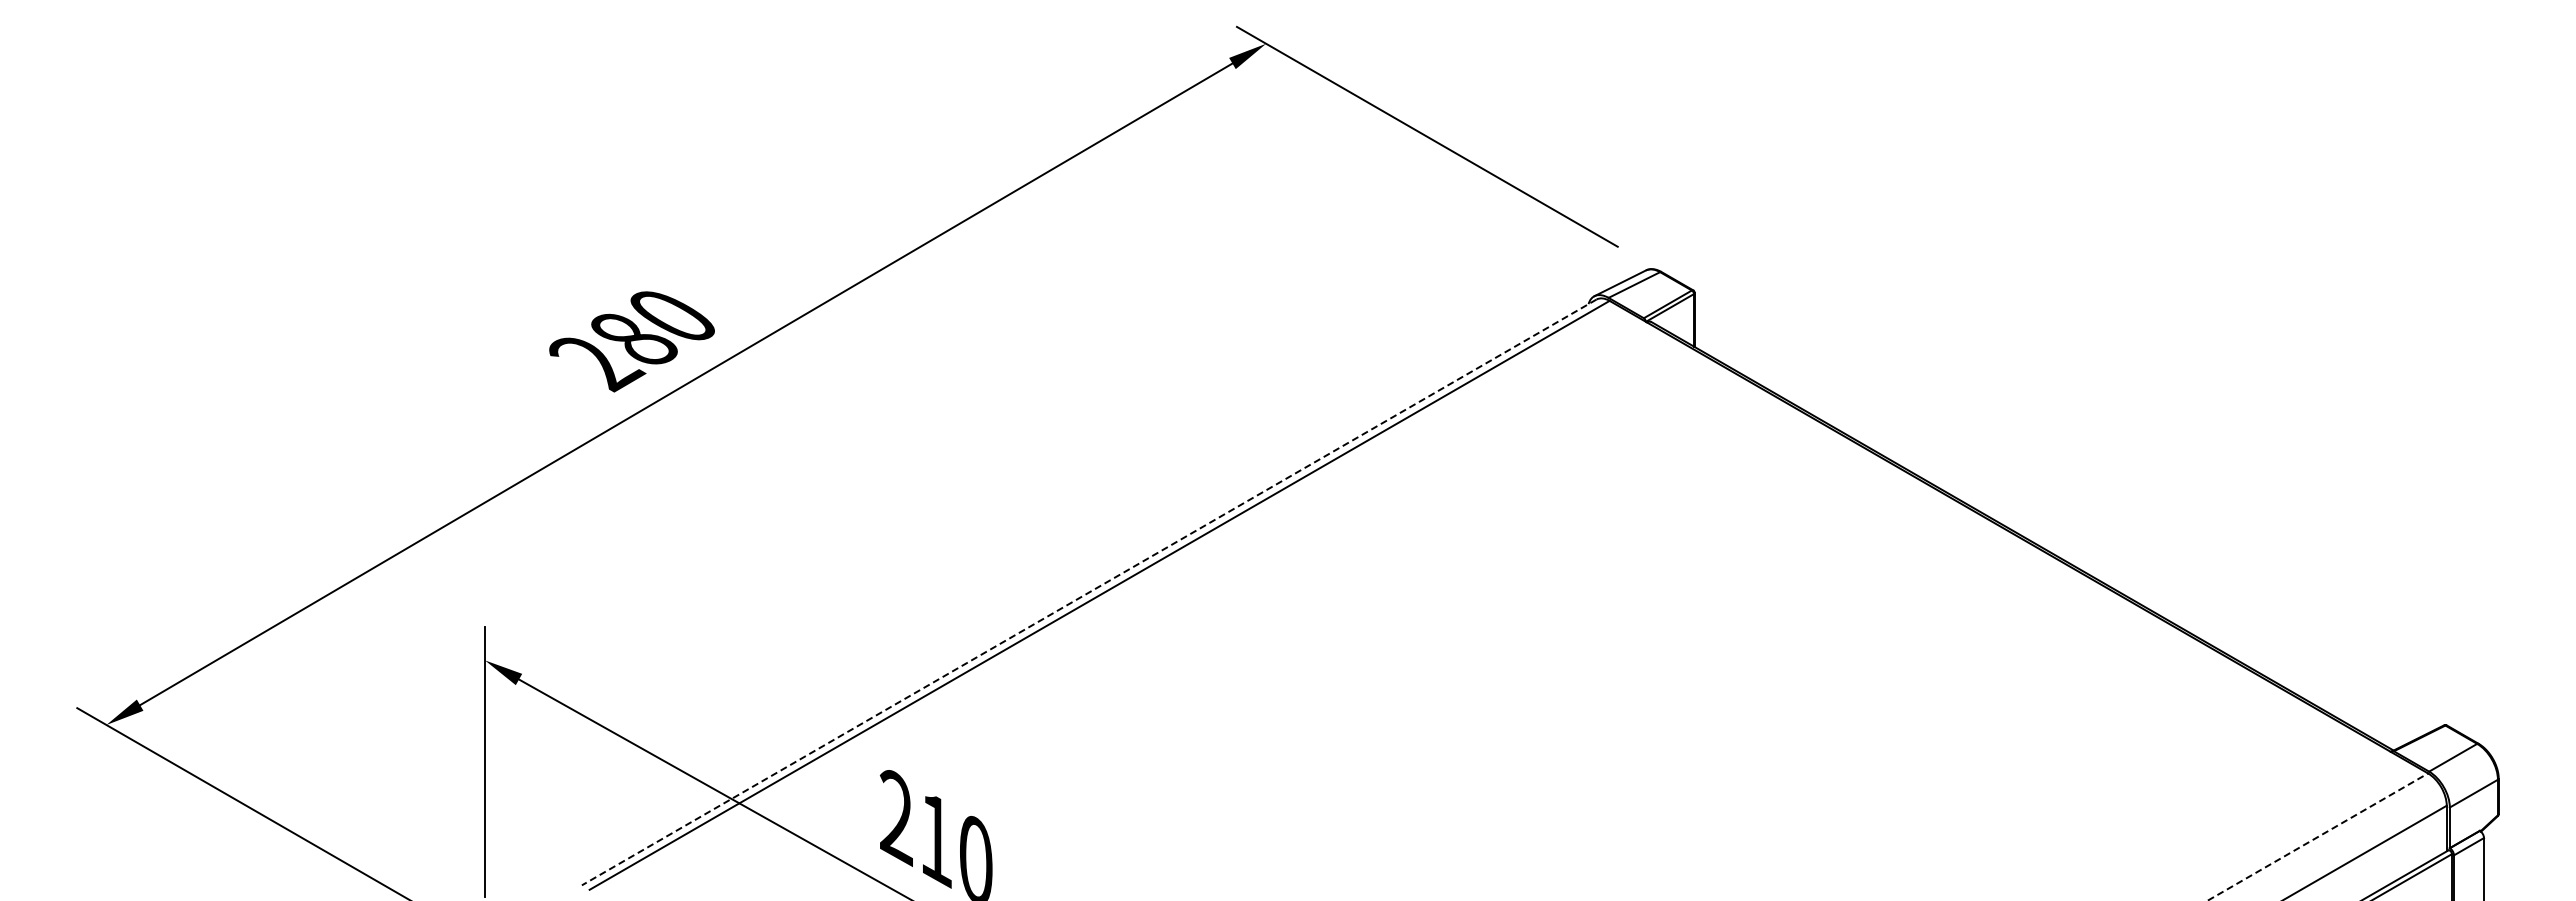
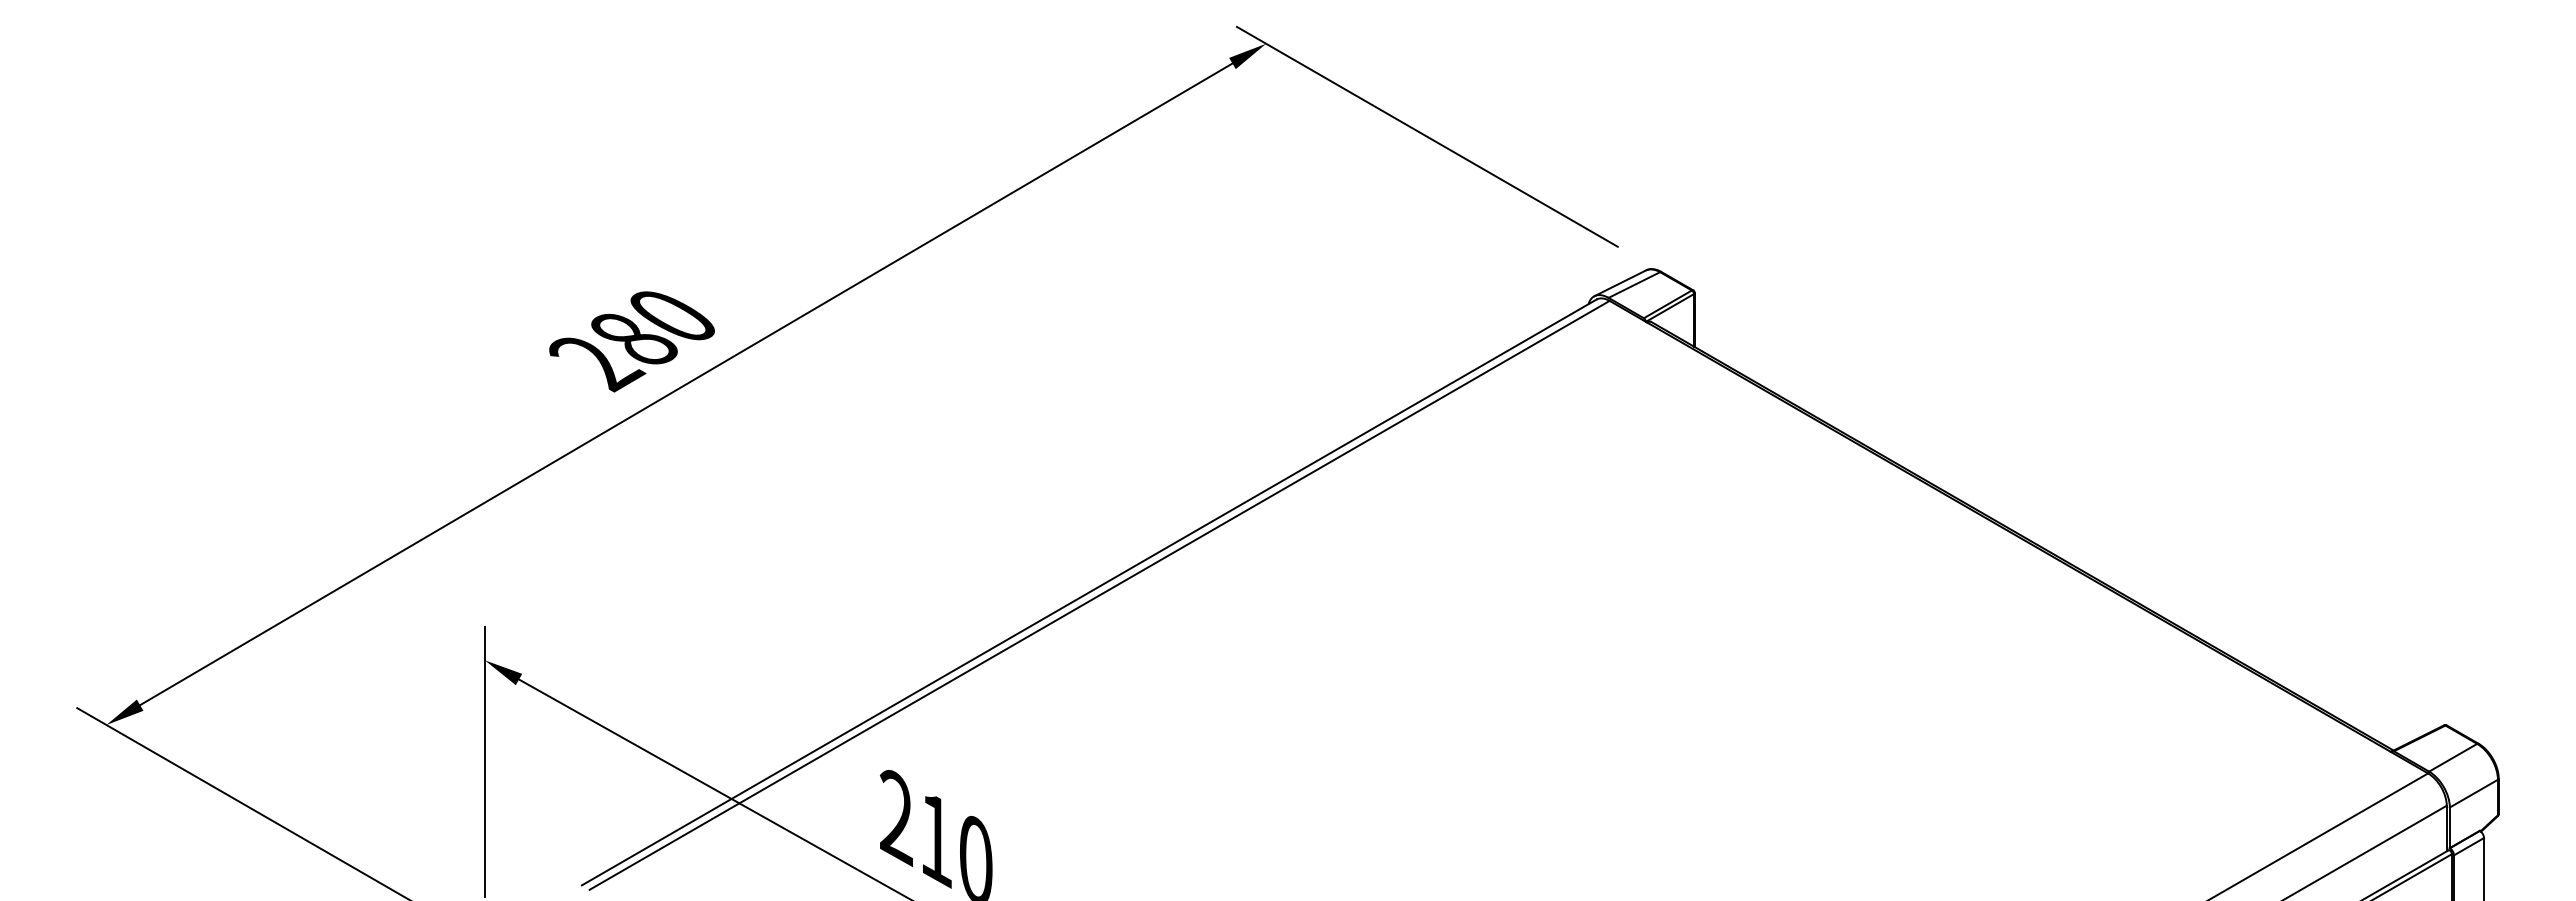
line at (1089, 592): dashed -> solid
line at (2318, 836): dashed -> solid
